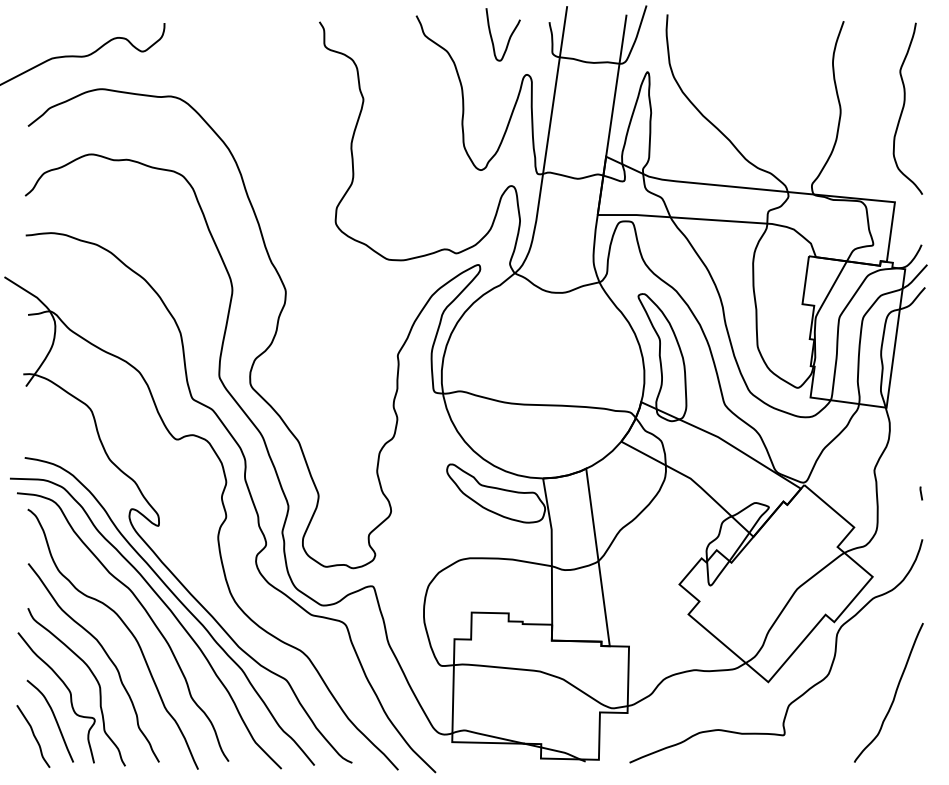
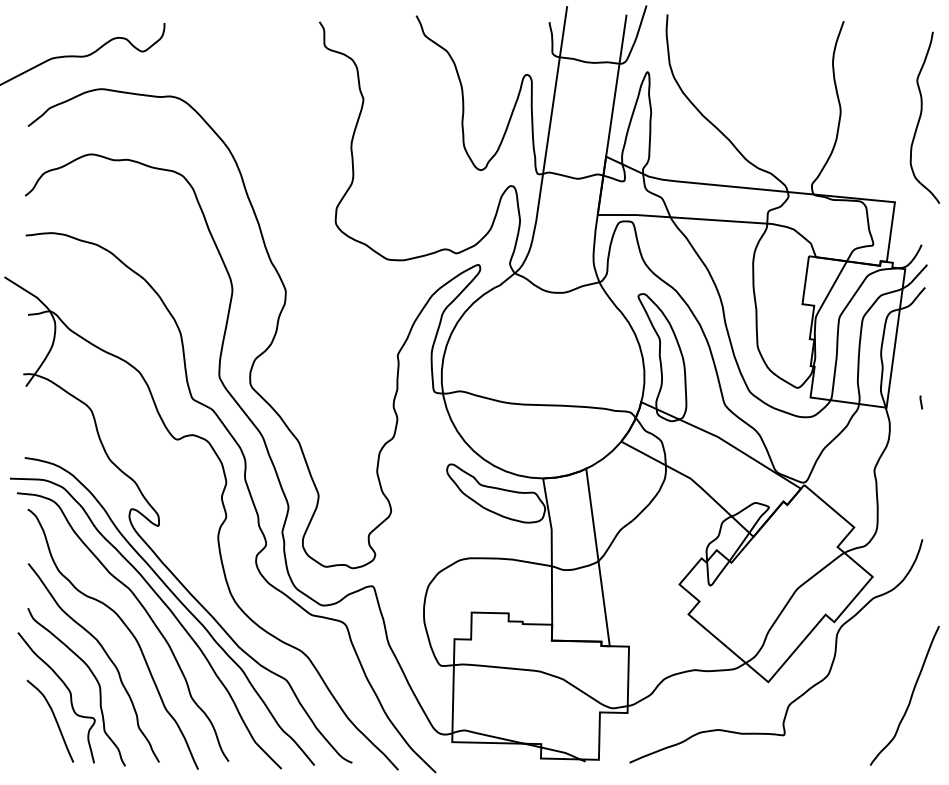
curve at (509, 36): present -> none
curve at (904, 107) position: (904, 107) -> (921, 116)
line at (921, 493) position: (921, 493) -> (921, 402)
curve at (894, 693) position: (894, 693) -> (910, 696)
curve at (33, 736): present -> none
